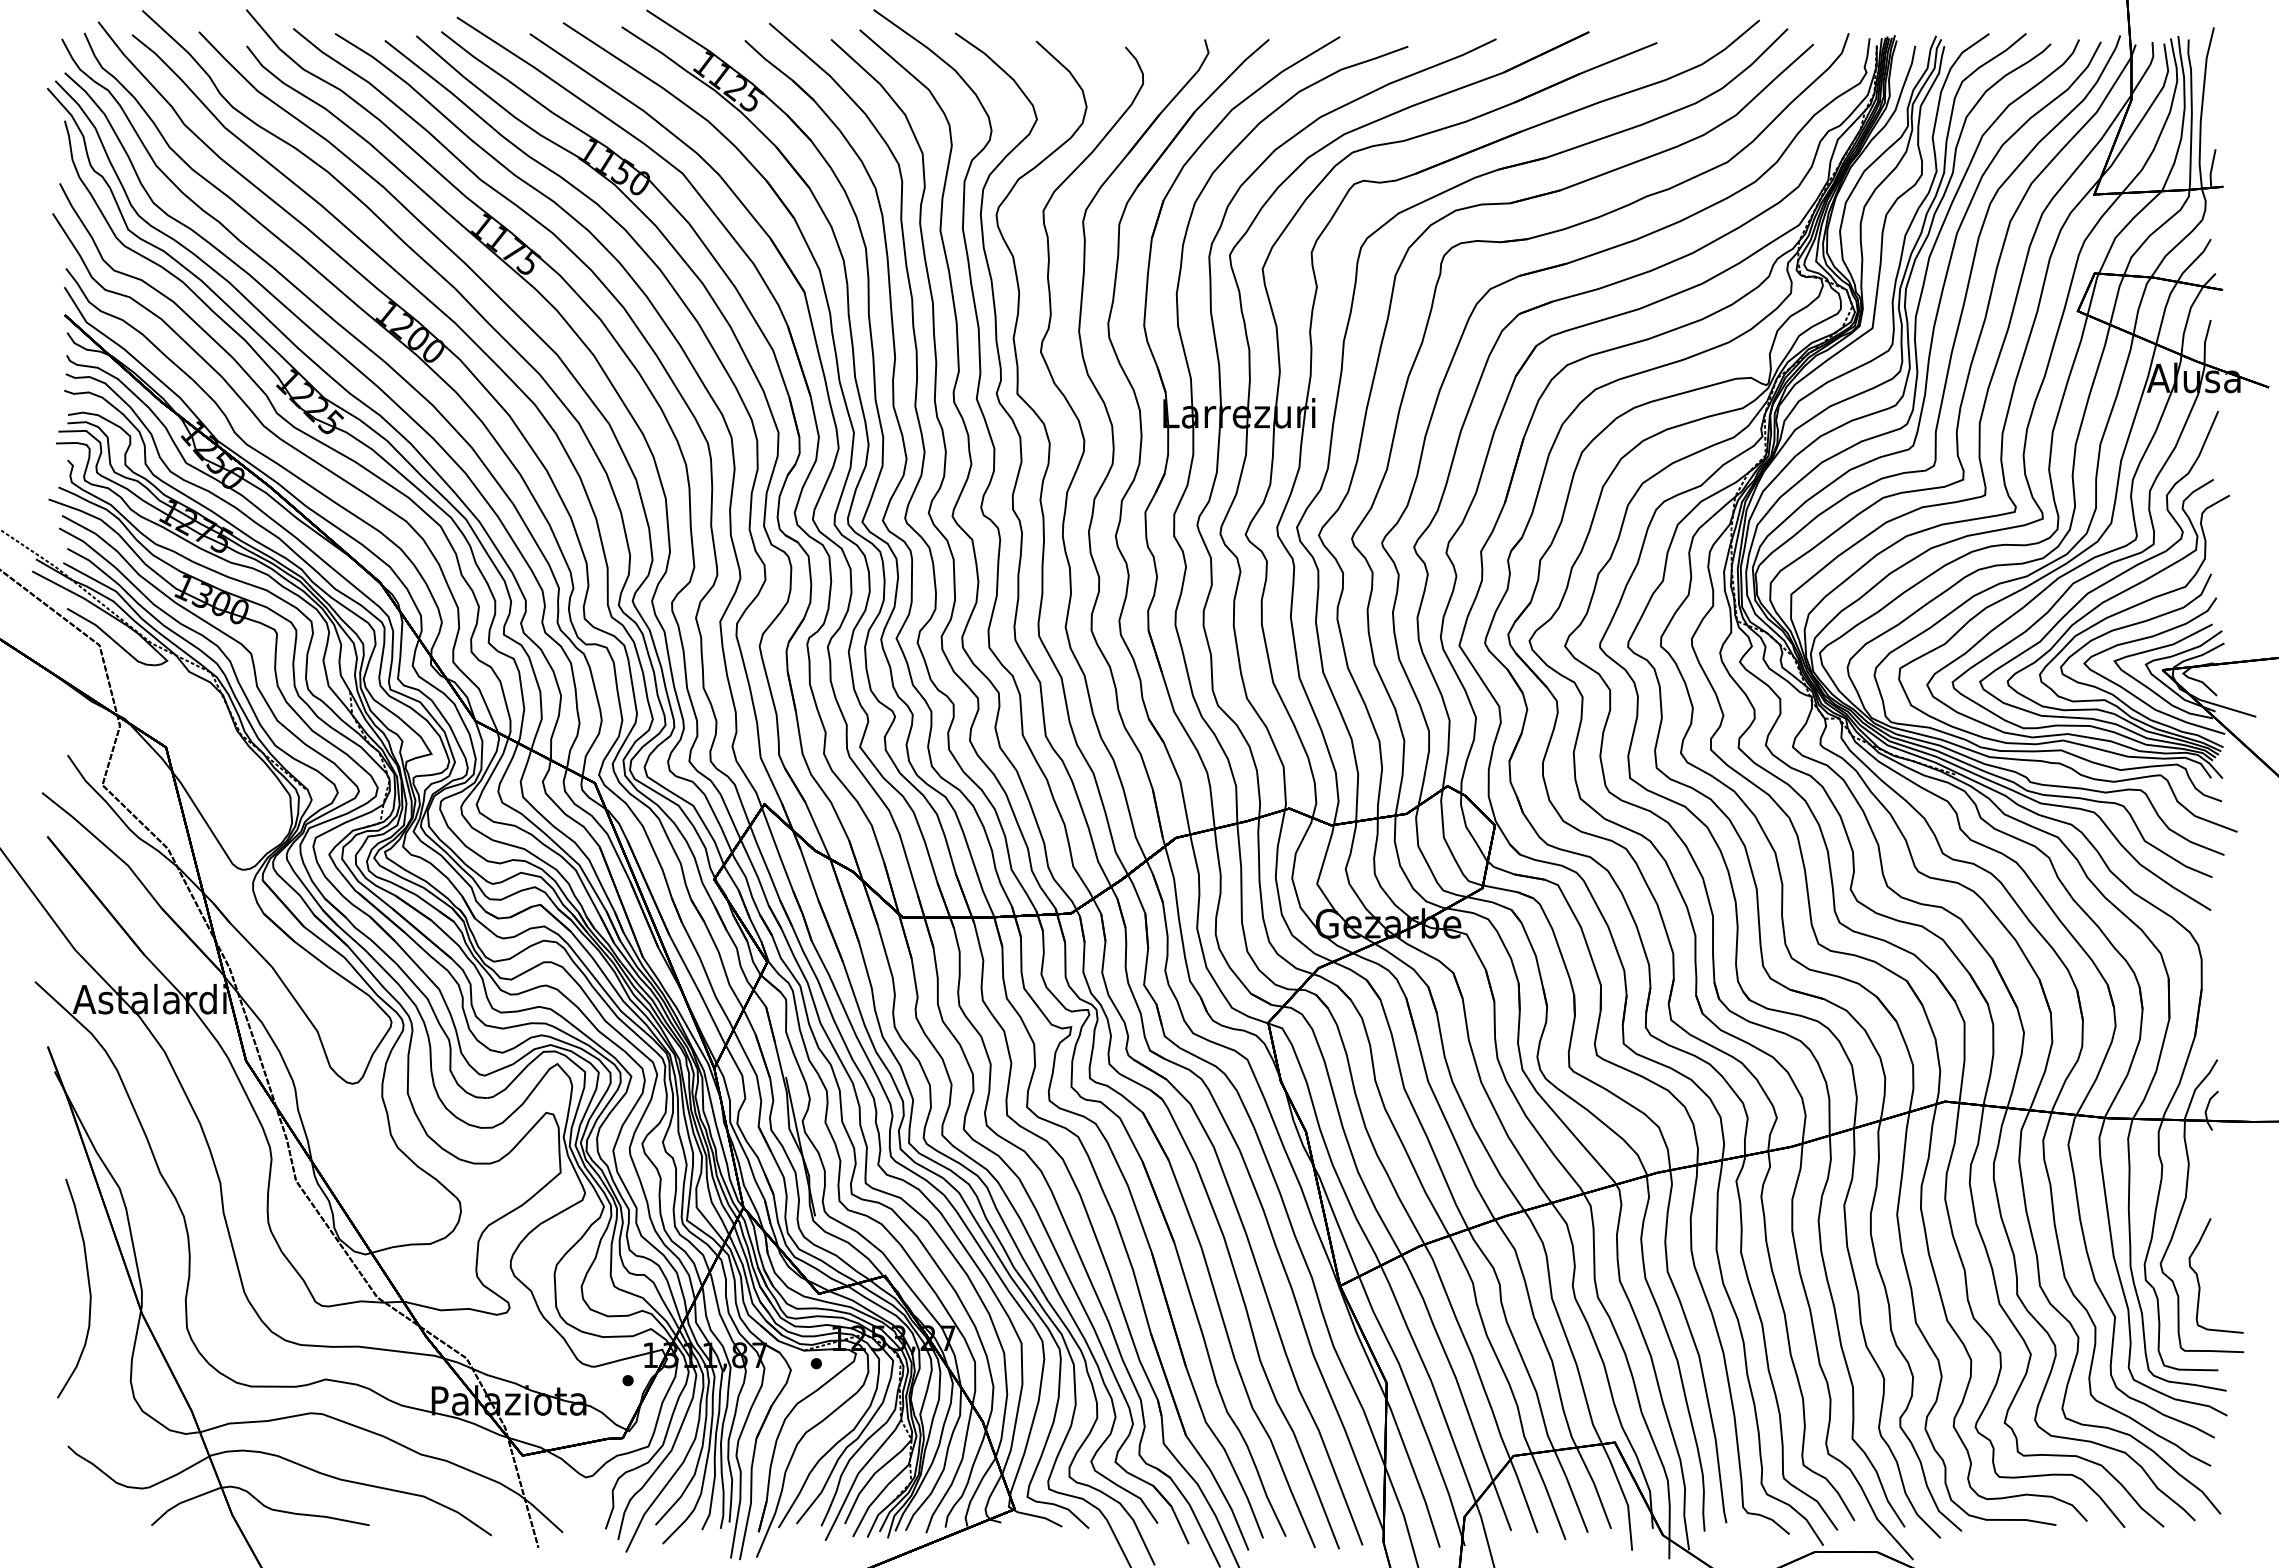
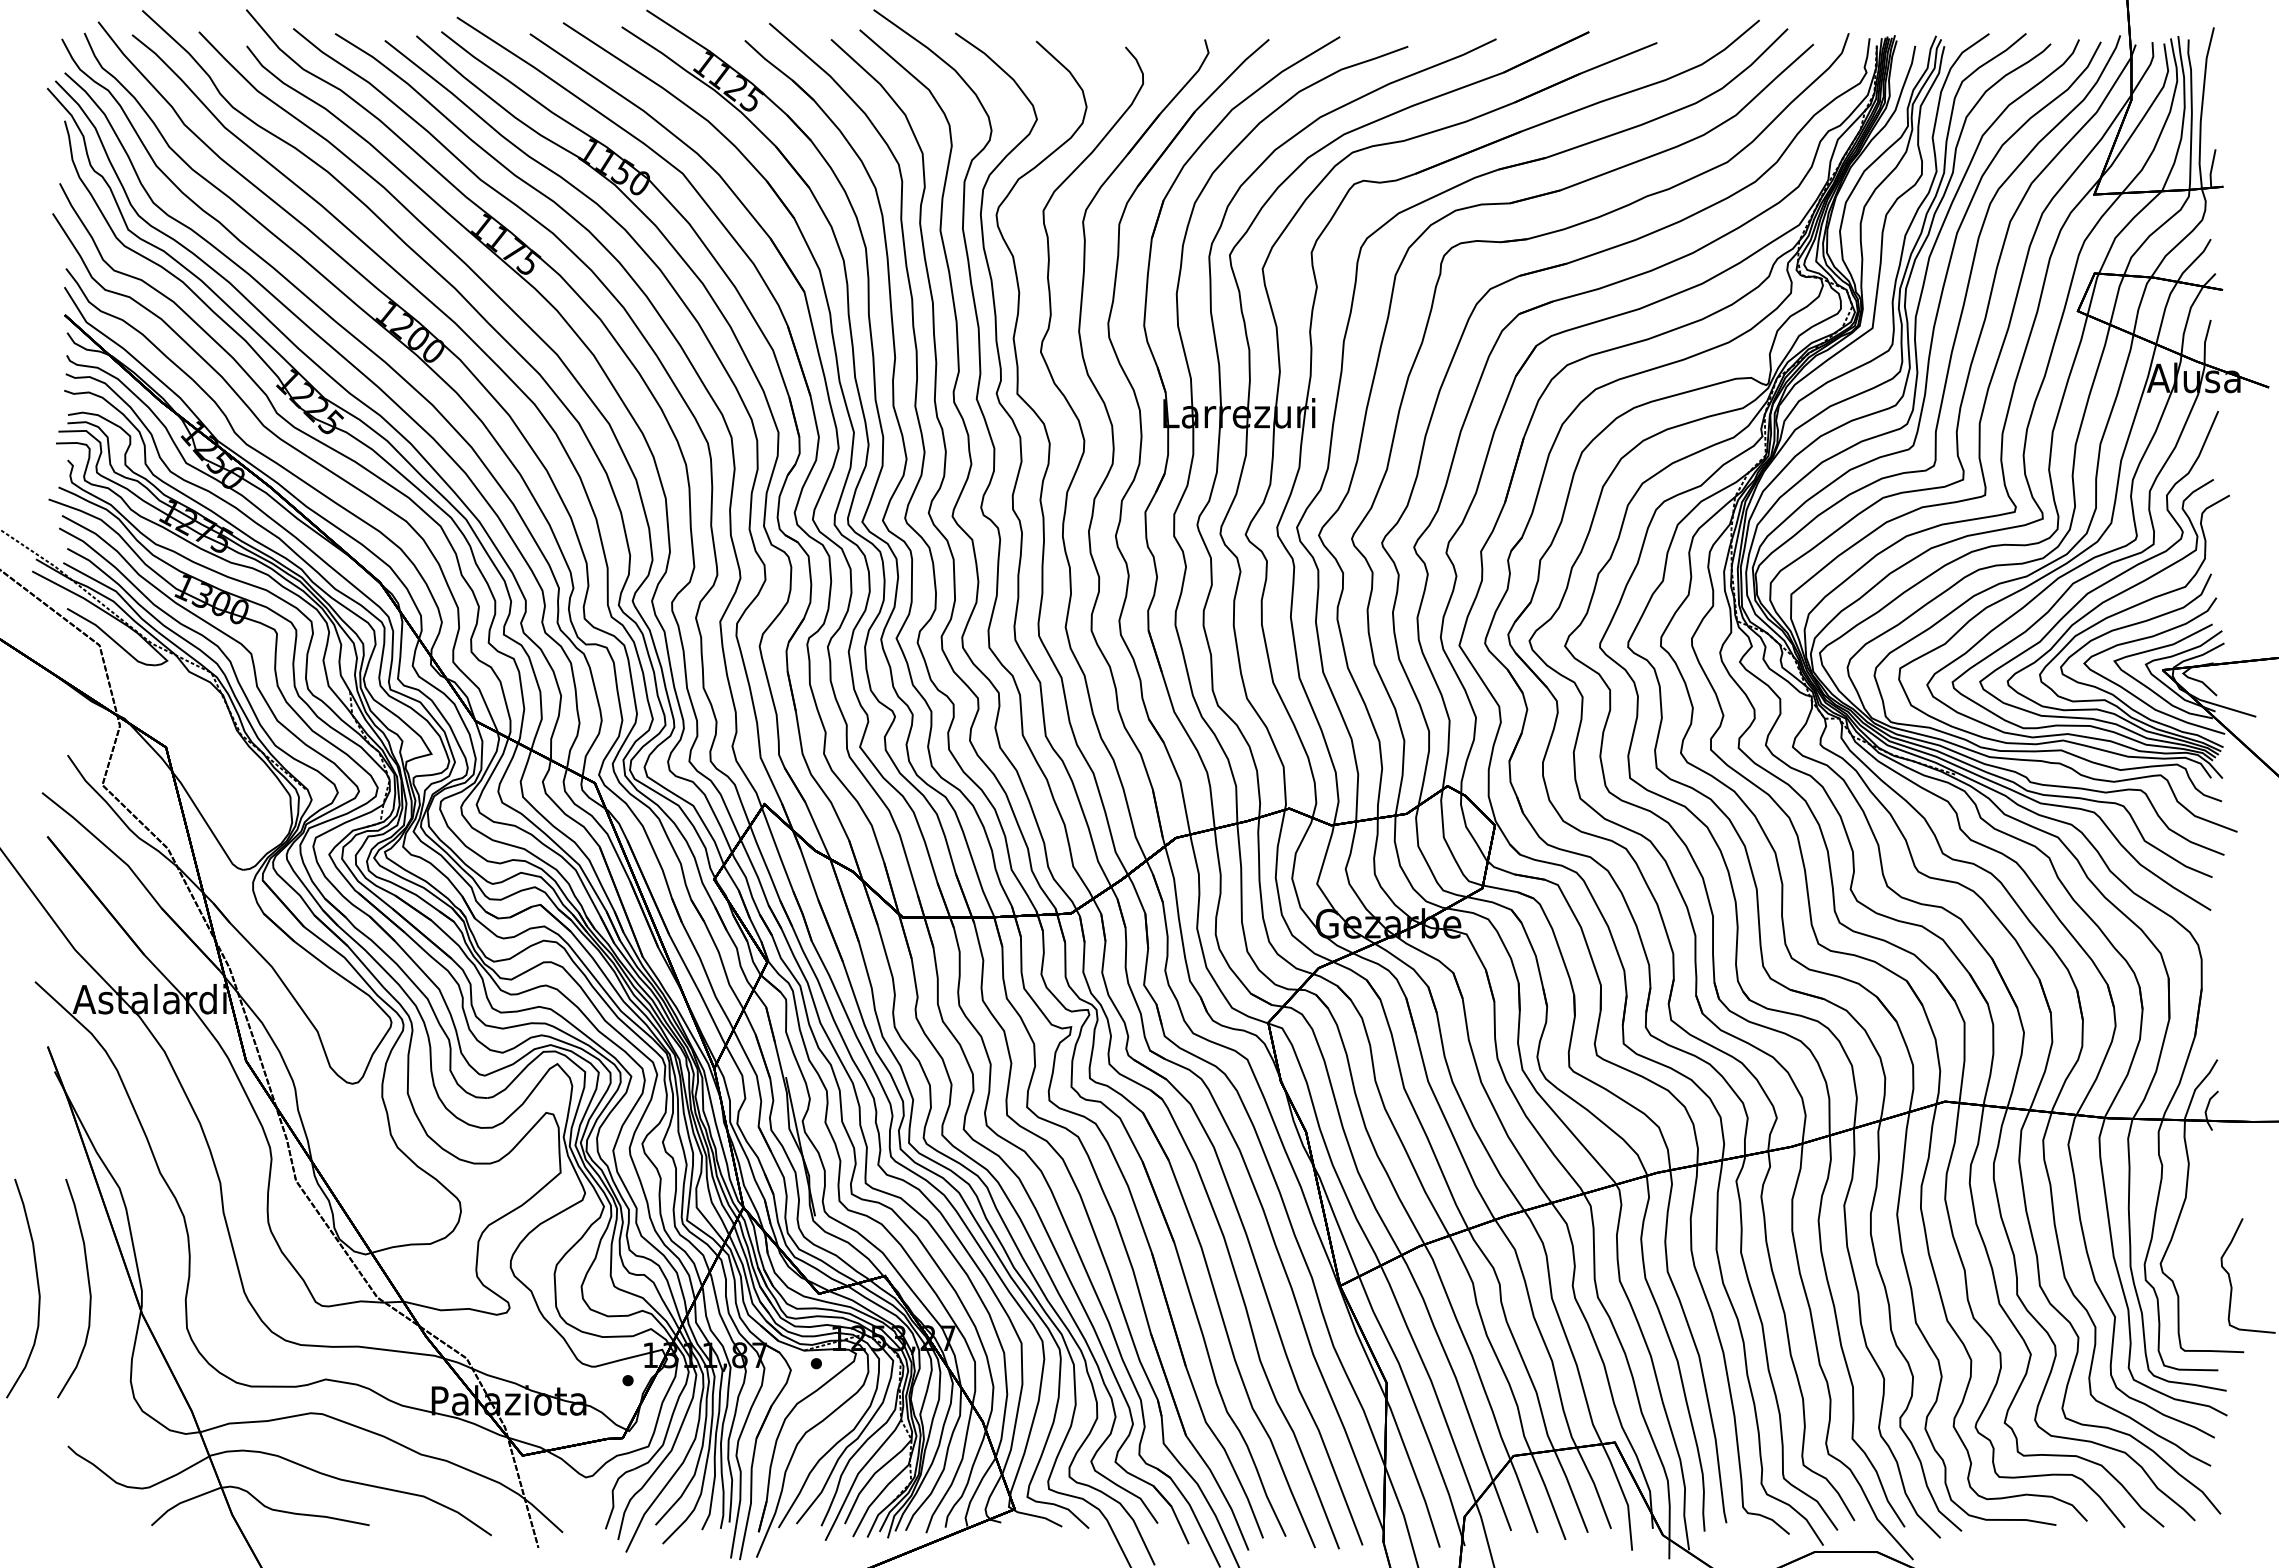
curve at (2198, 1276) position: (2198, 1276) -> (2230, 1276)
curve at (37, 1288): none -> present
